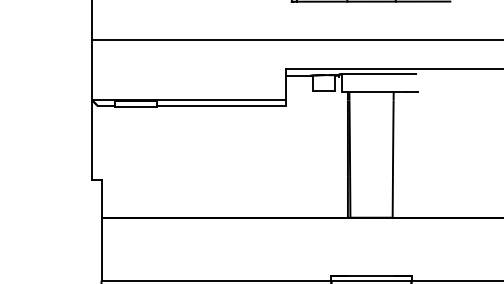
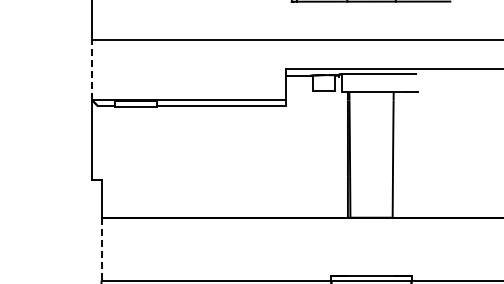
line at (92, 69): solid -> dashed
line at (101, 249): solid -> dashed
